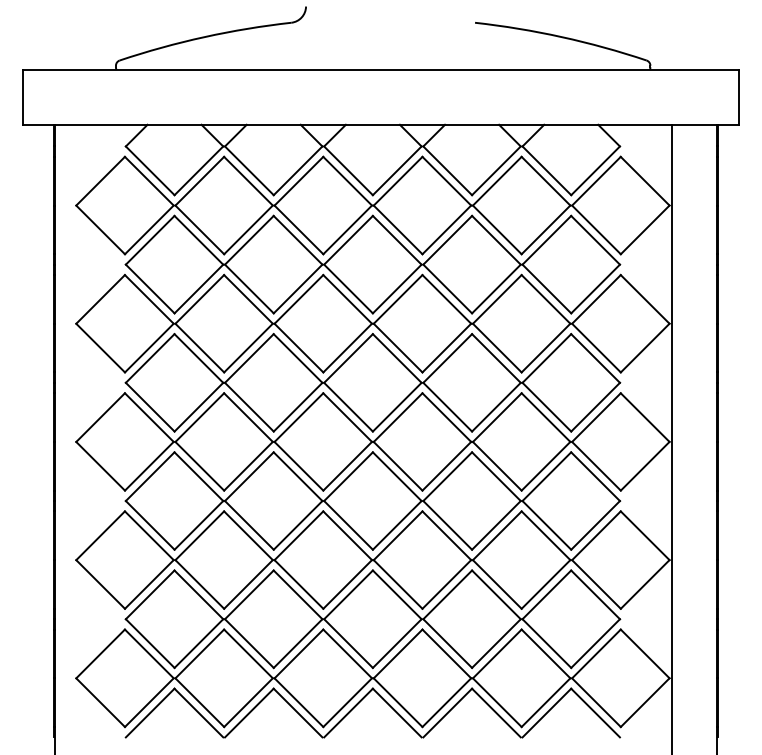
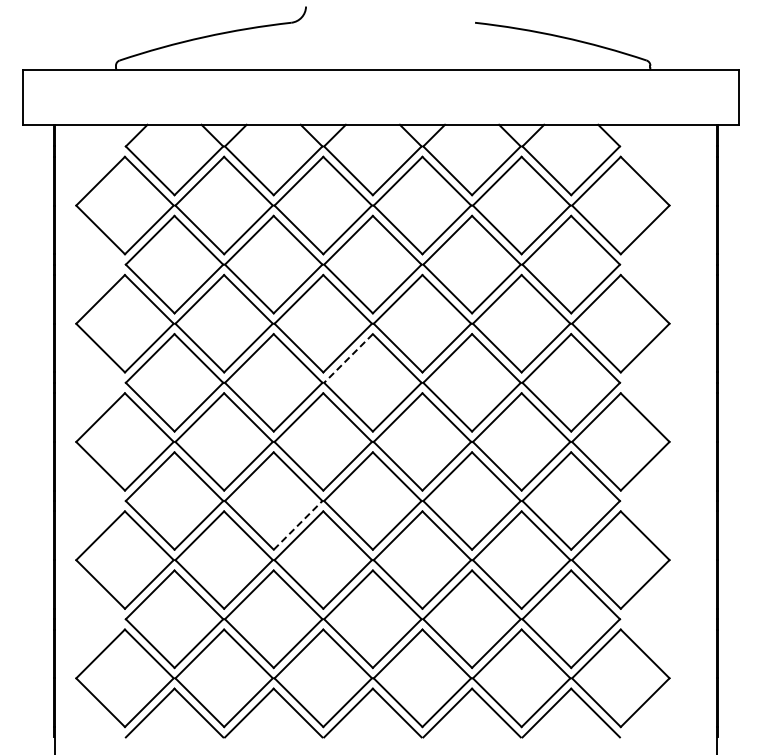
line at (348, 358): solid -> dashed
line at (672, 437): present -> none
line at (298, 525): solid -> dashed
